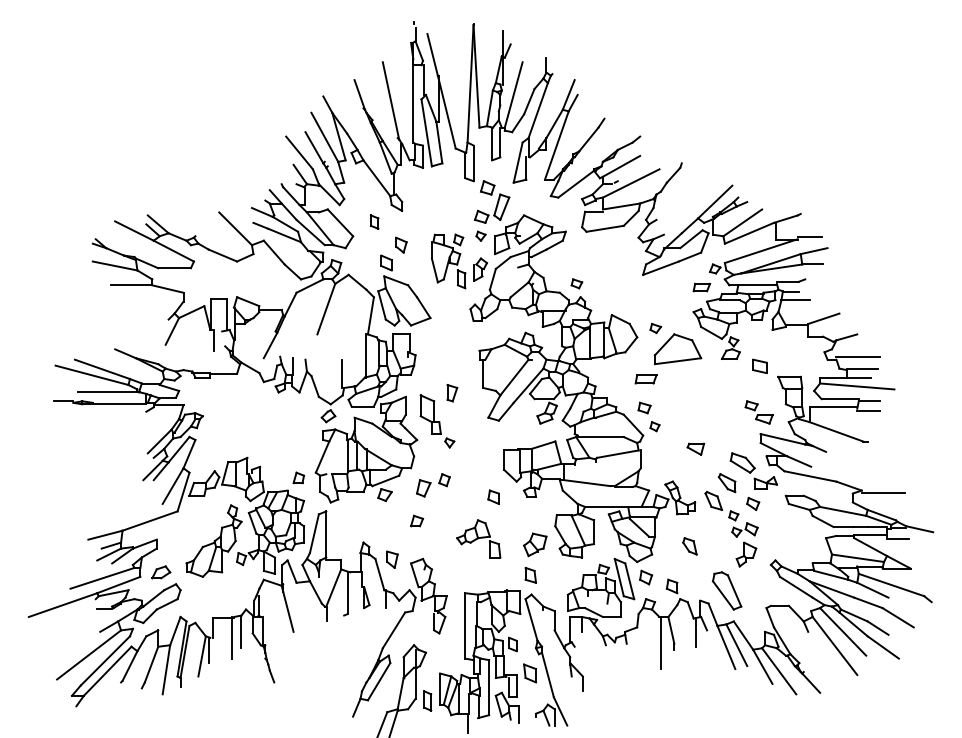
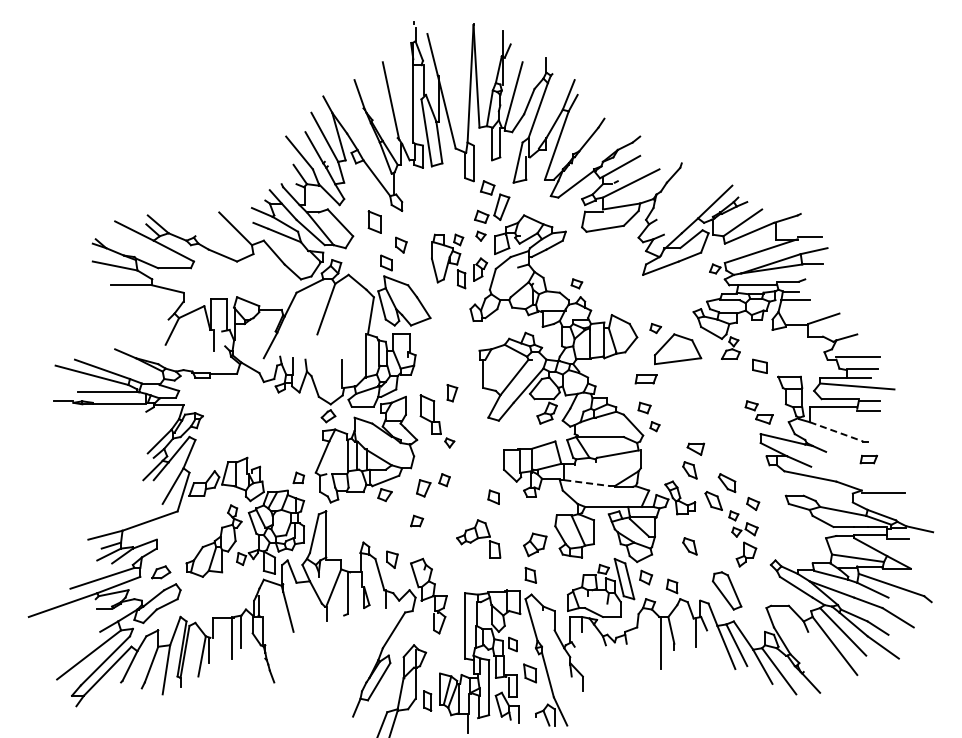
part at (374, 221) size: 11x16 px -> 15x24 px
part at (701, 287) position: (701, 287) -> (868, 459)
line at (836, 432): solid -> dashed
part at (689, 470): none -> present
part at (753, 470): present -> none
line at (587, 483): solid -> dashed
